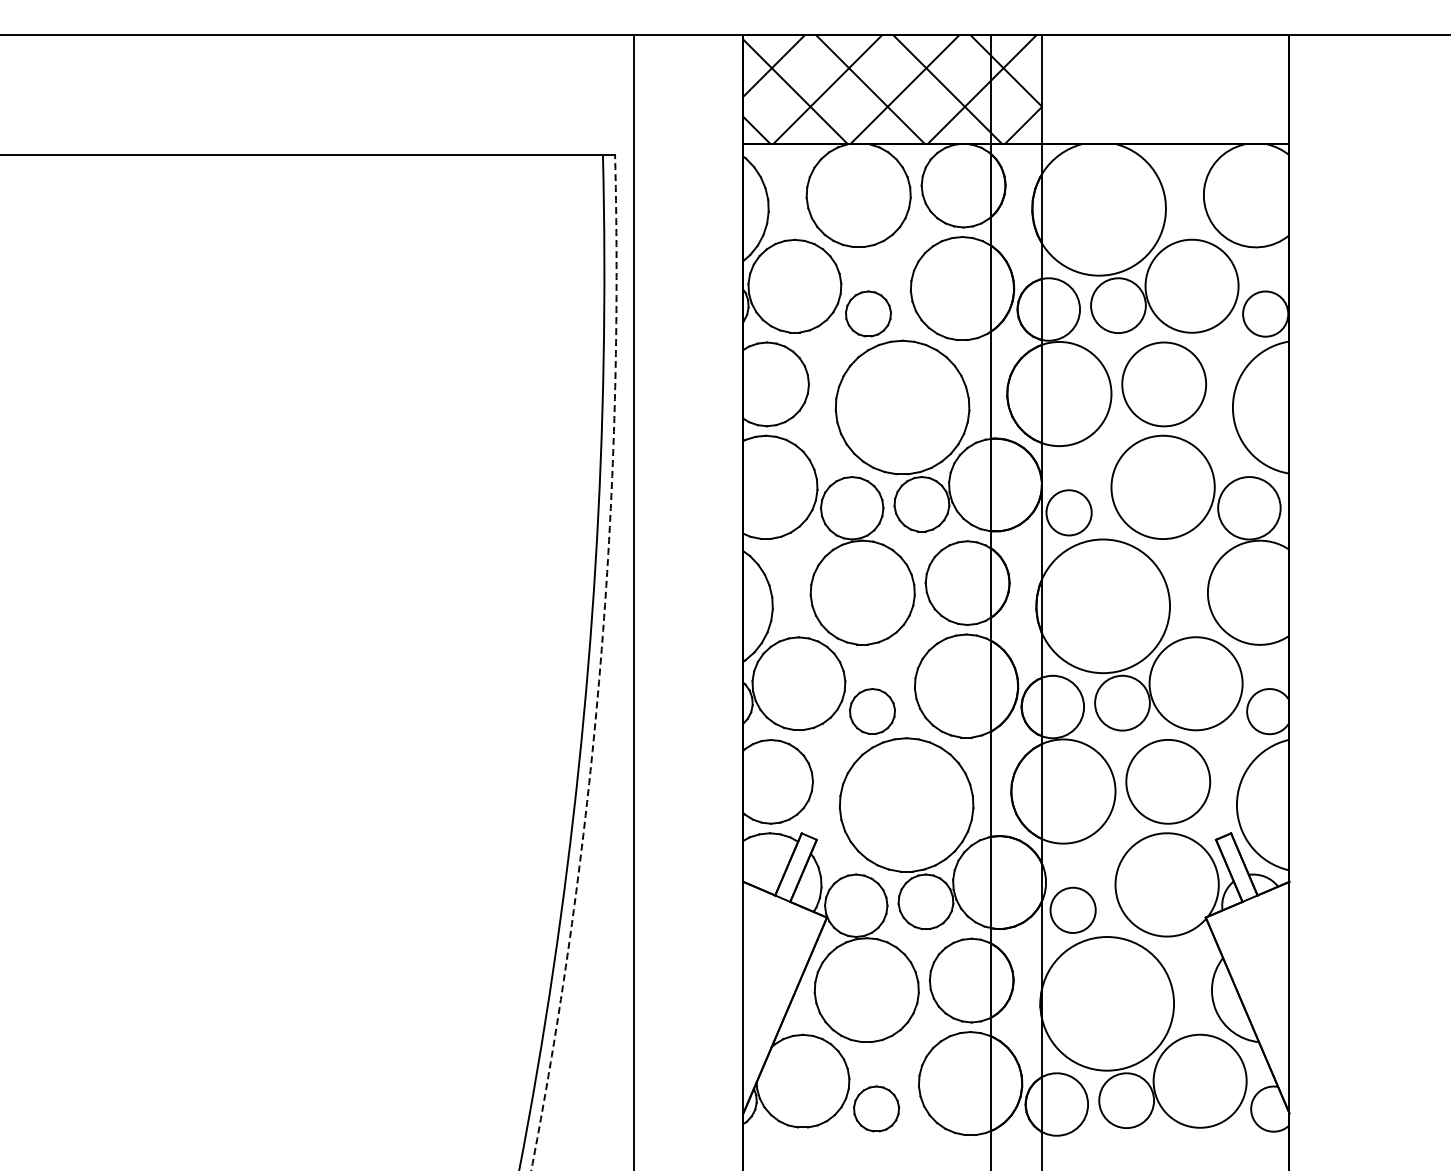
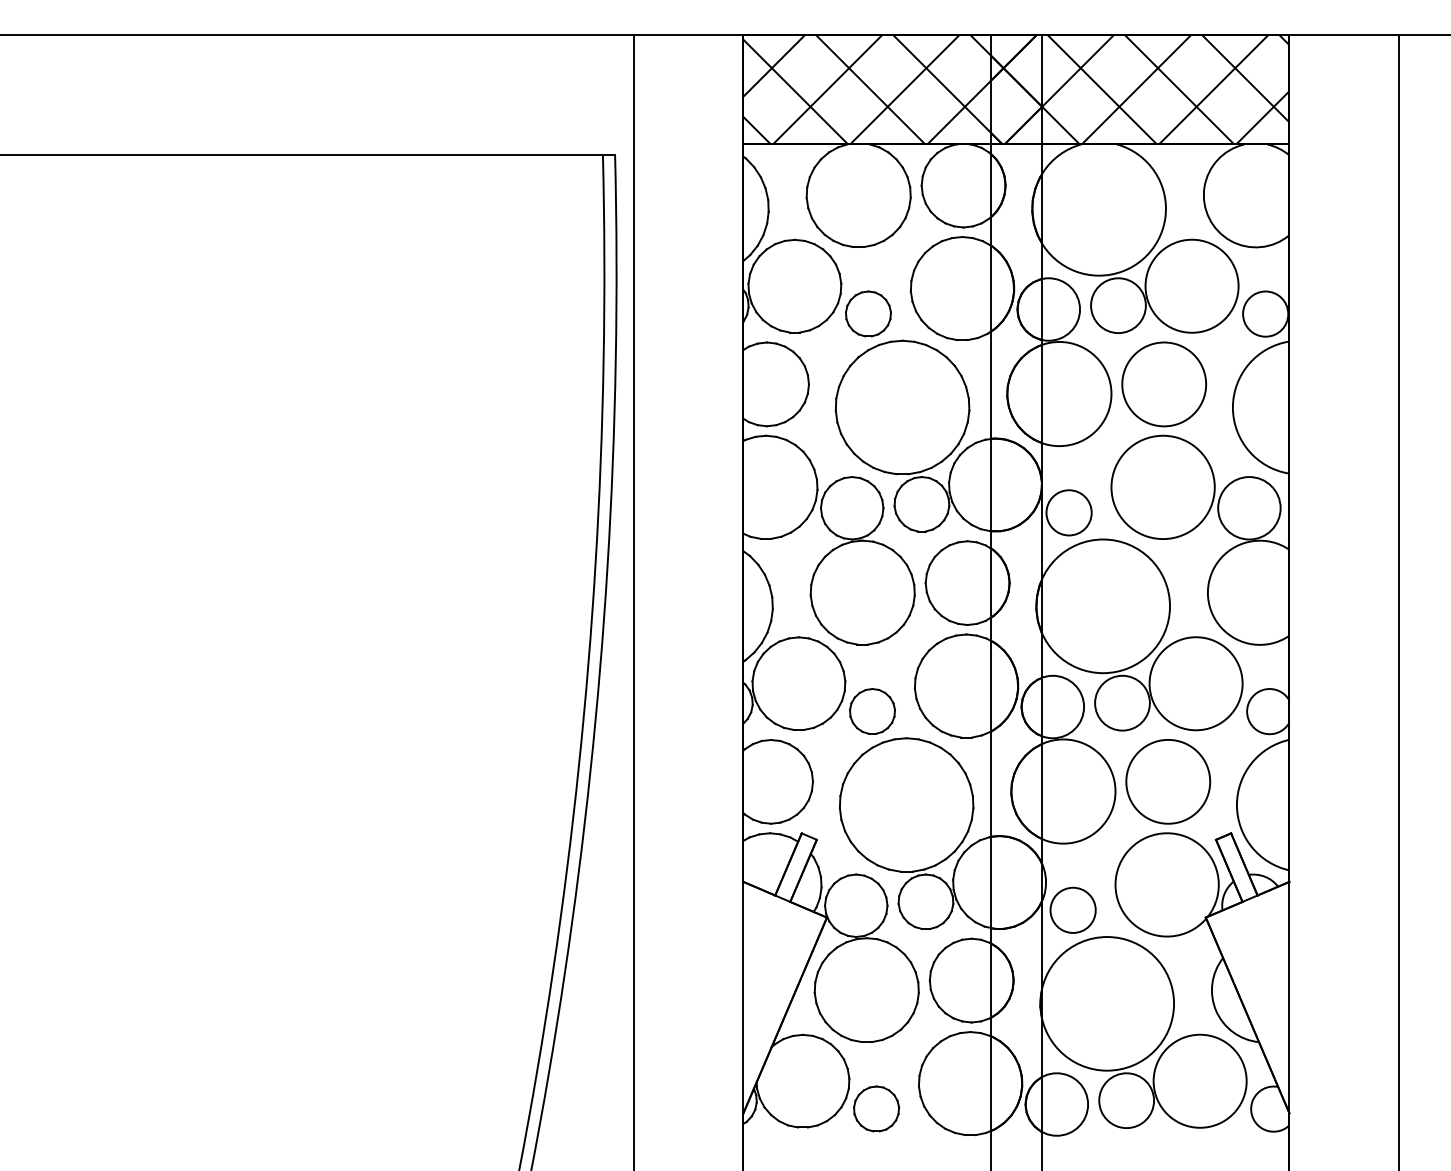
hatch at (1139, 89): none -> present
line at (1398, 601): none -> present
arc at (600, 665): dashed -> solid
